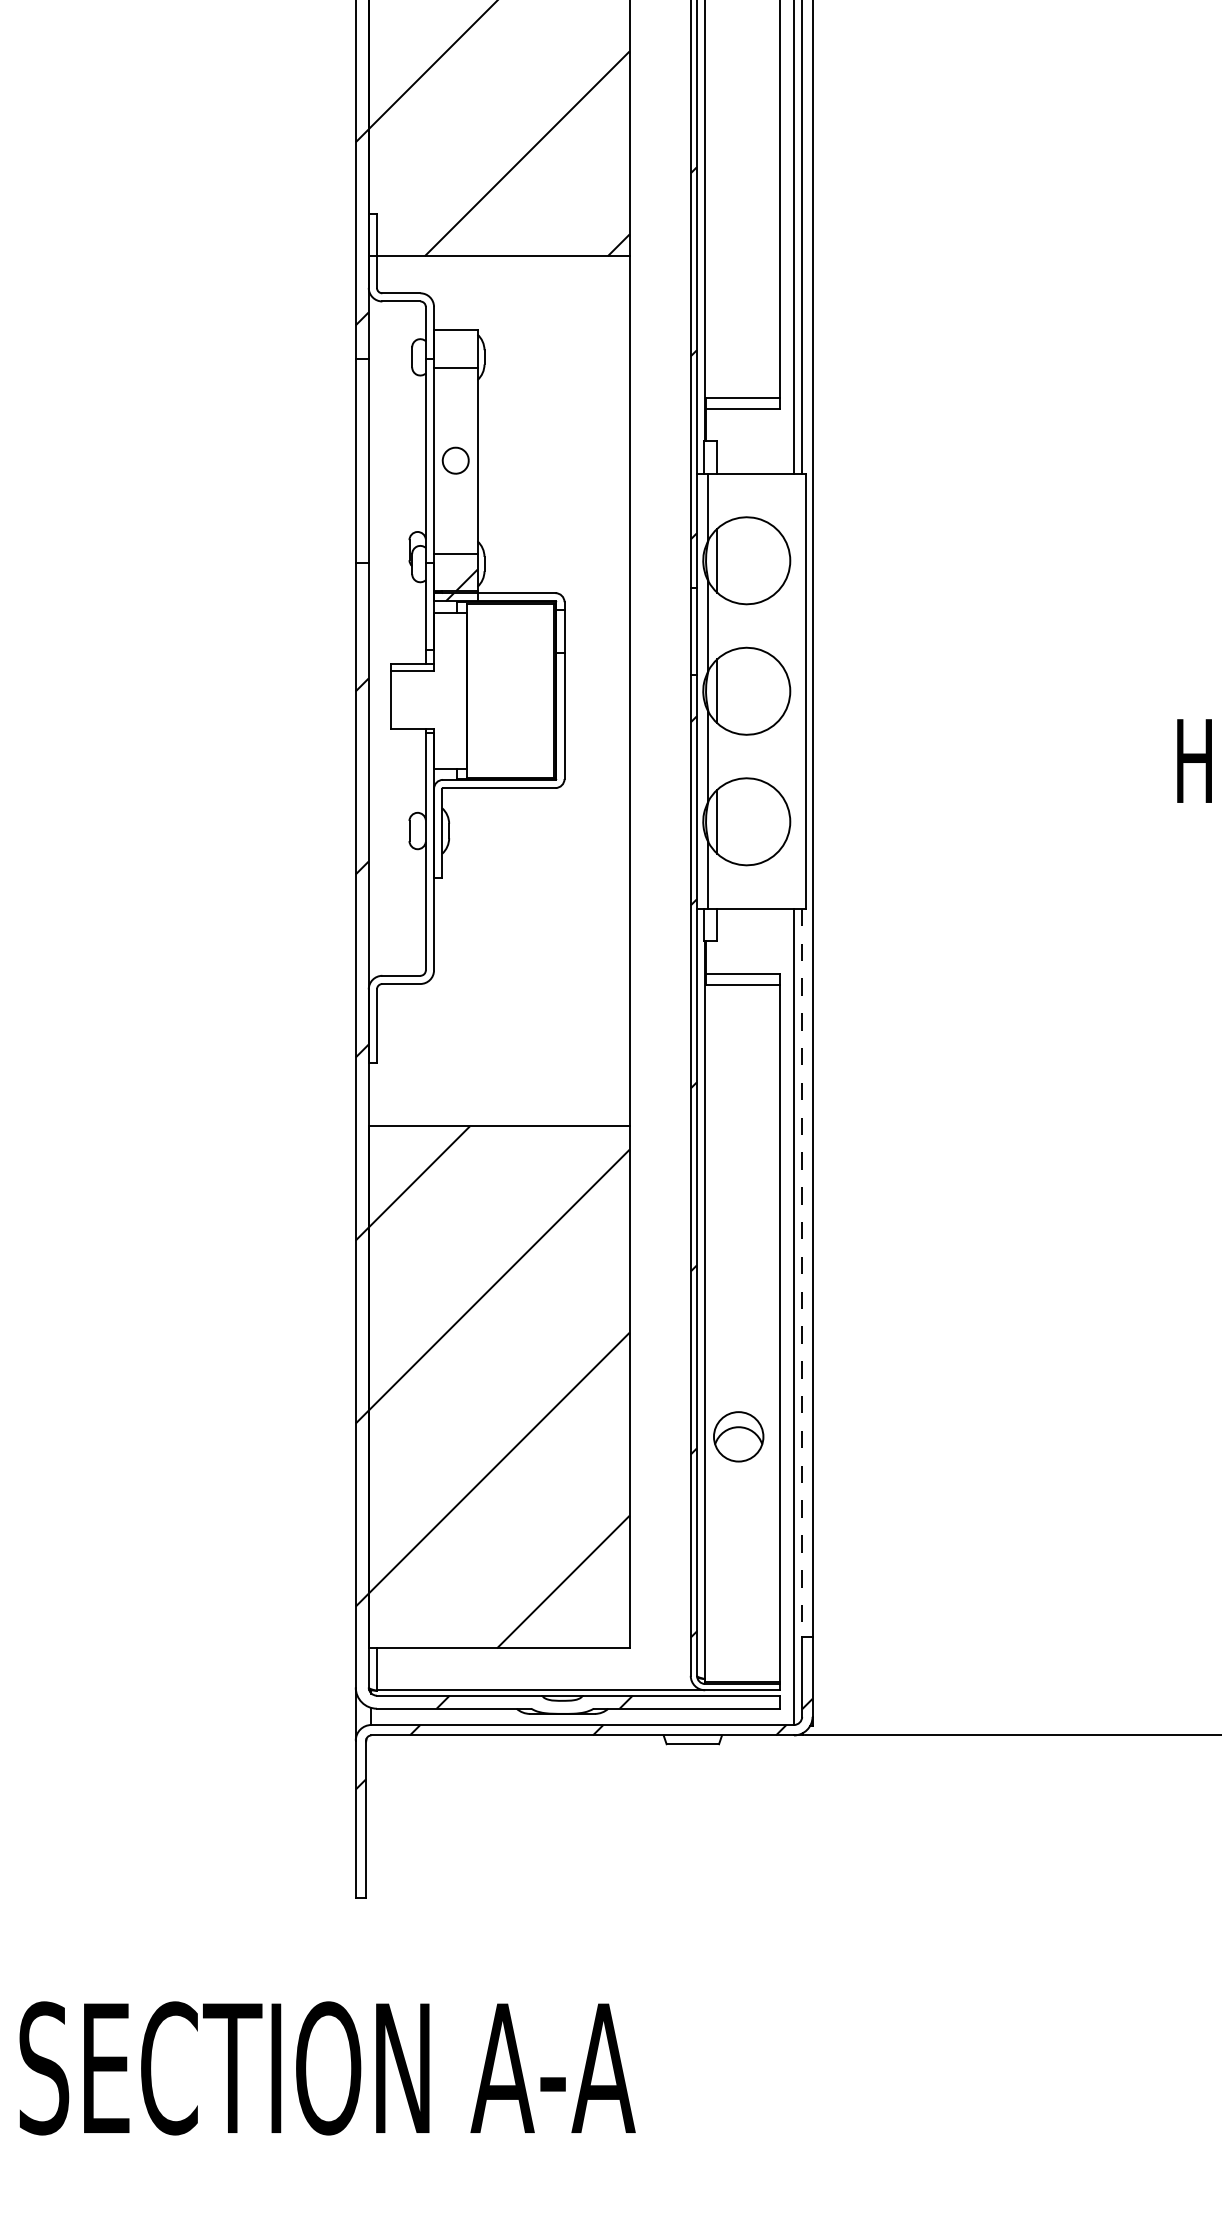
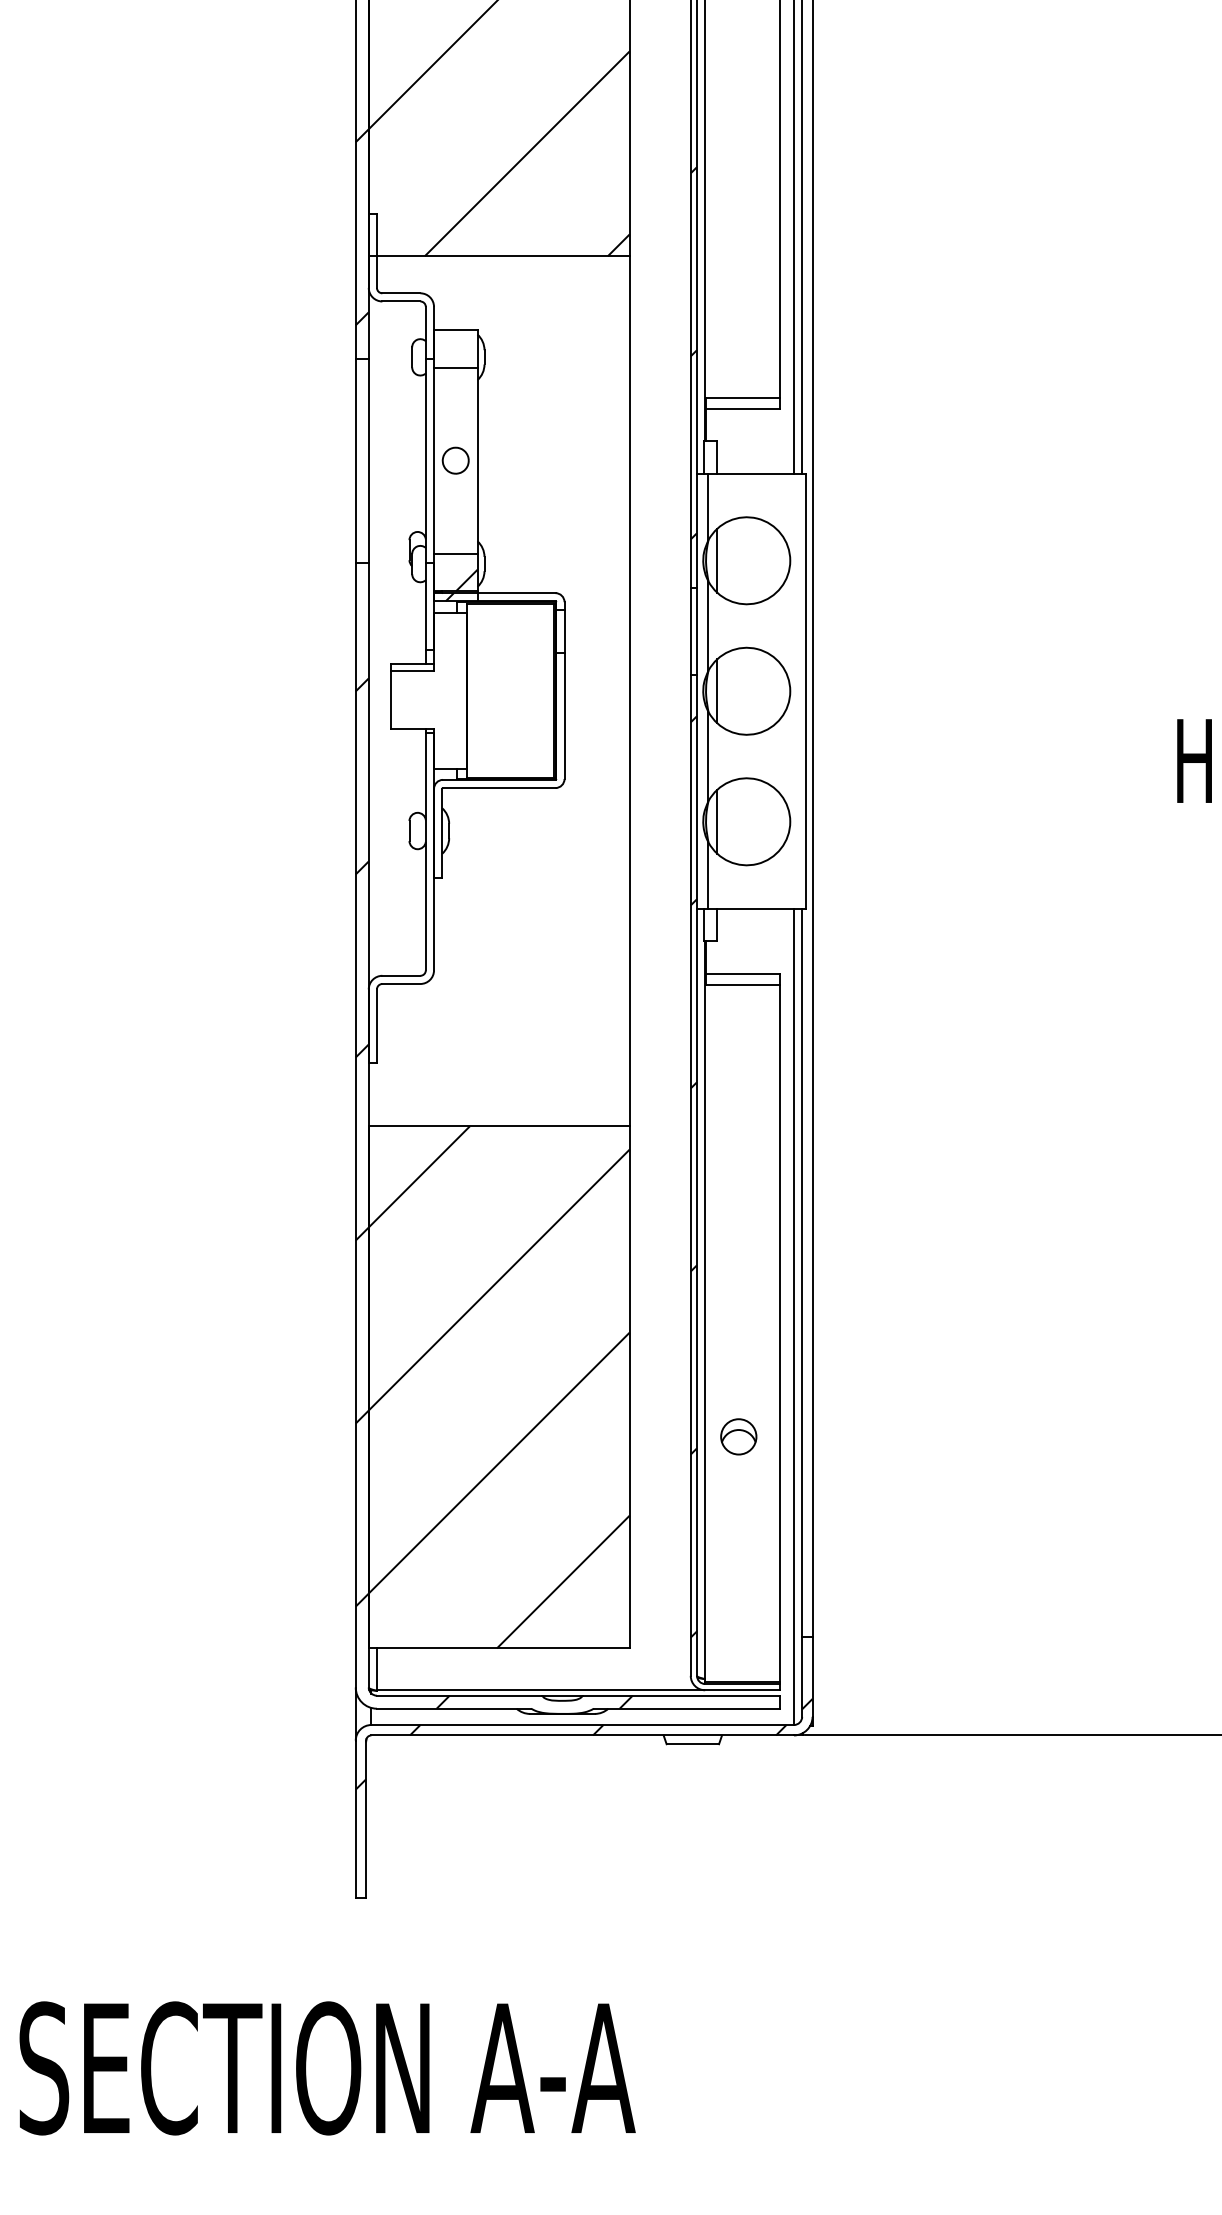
line at (802, 1273): dashed -> solid
part at (738, 1436) size: 52x52 px -> 38x38 px
